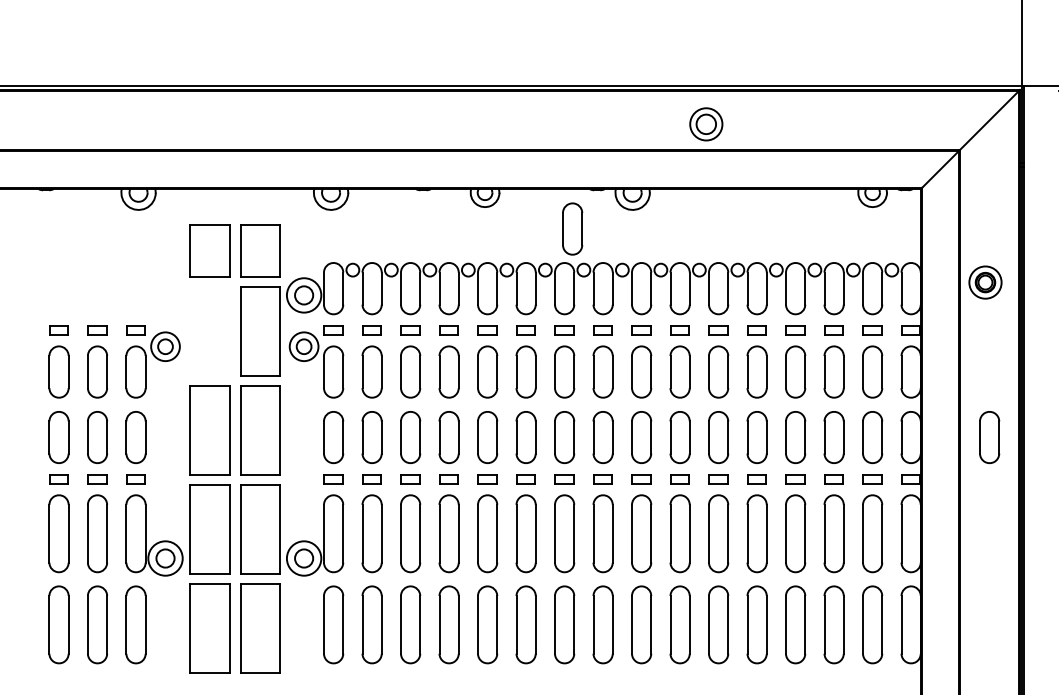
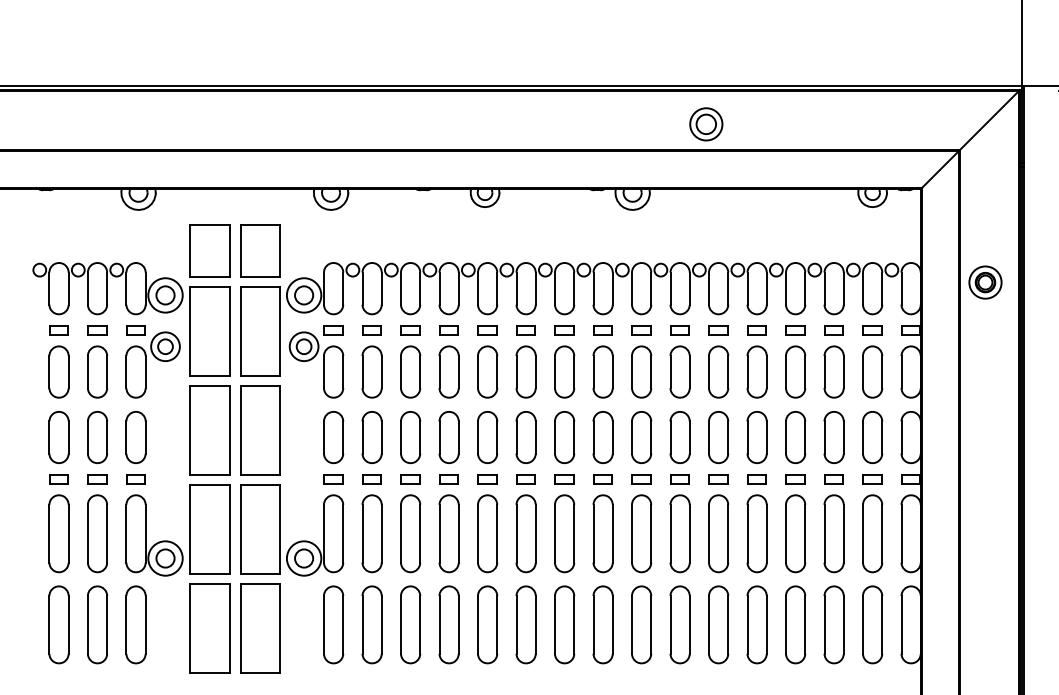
part at (572, 228): present -> none
part at (131, 319): none -> present
part at (989, 437): present -> none
